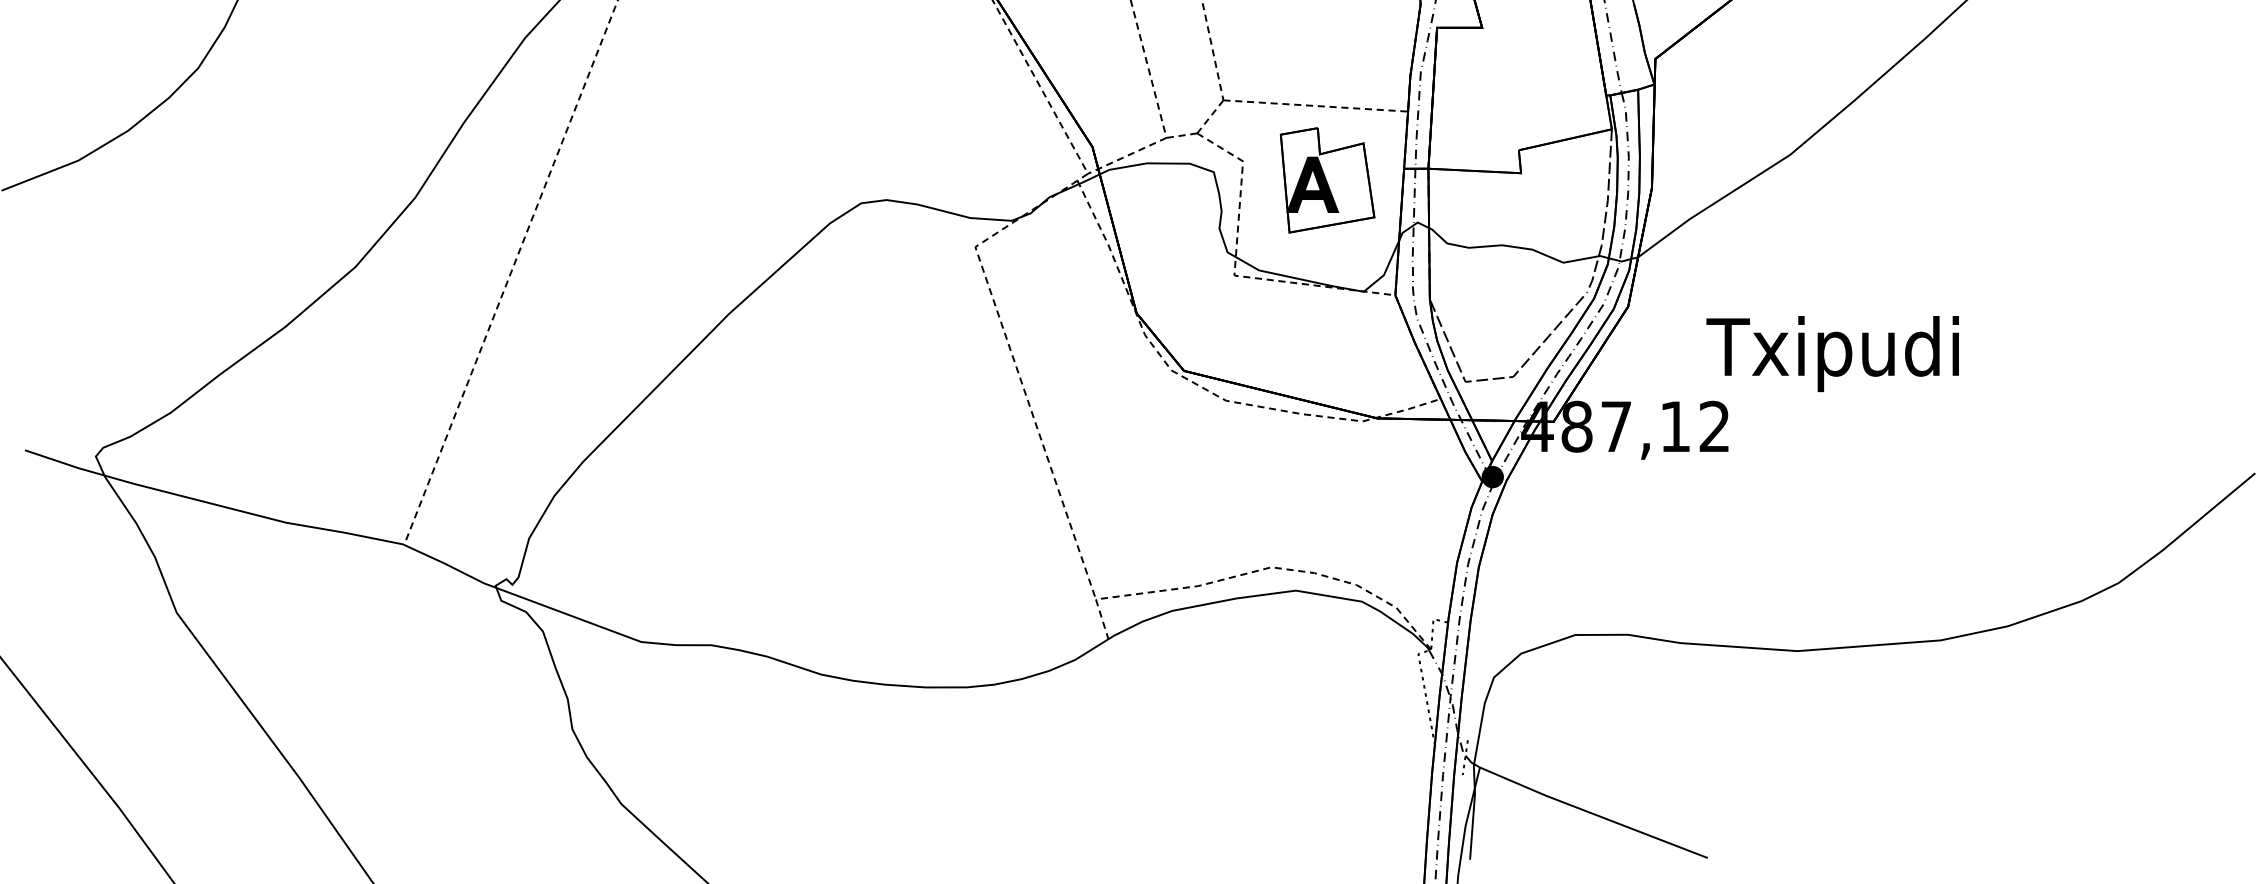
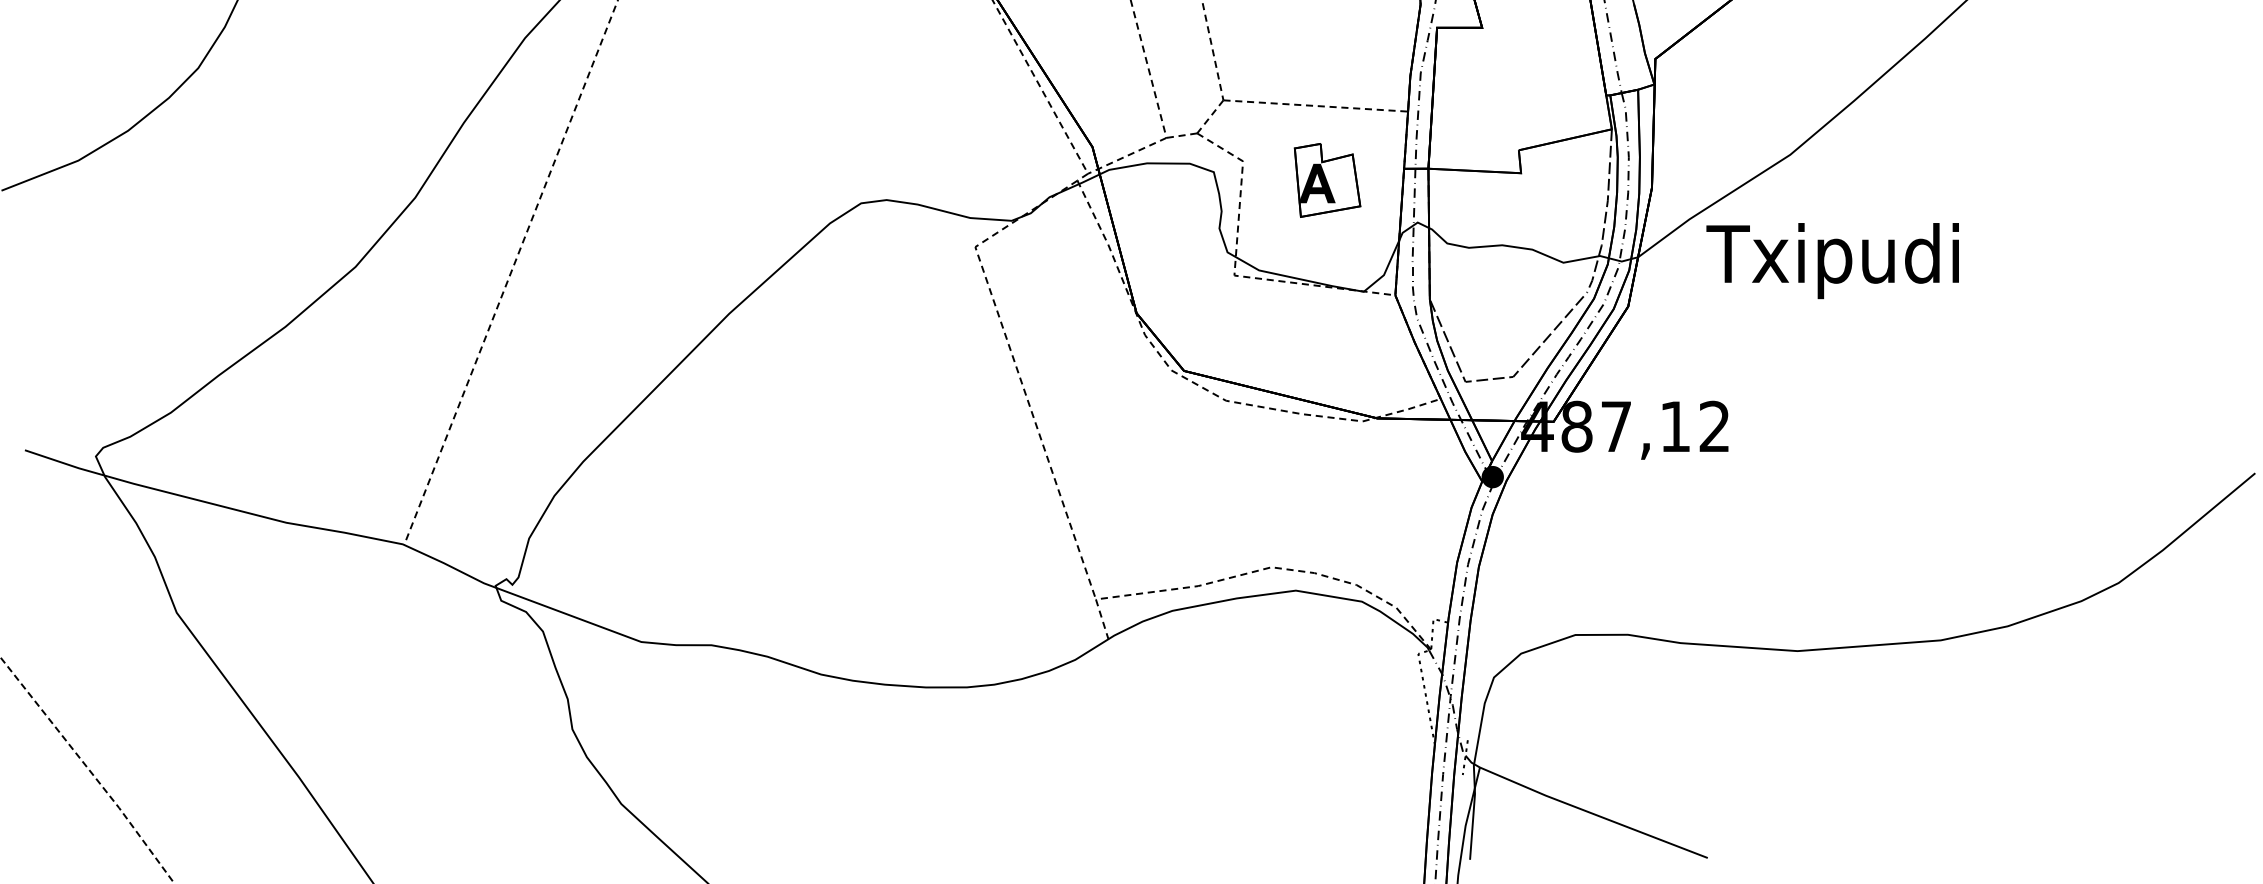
part at (1327, 180) size: 97x107 px -> 69x75 px
text at (1832, 354) position: (1832, 354) -> (1832, 261)
line at (88, 769): solid -> dashed
